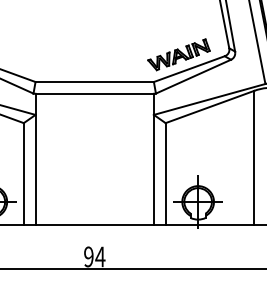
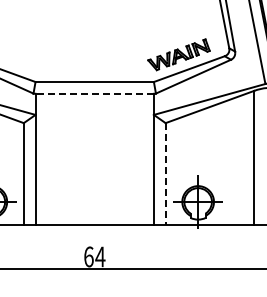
line at (94, 93): solid -> dashed
line at (165, 173): solid -> dashed
text at (88, 256): 94 -> 64
